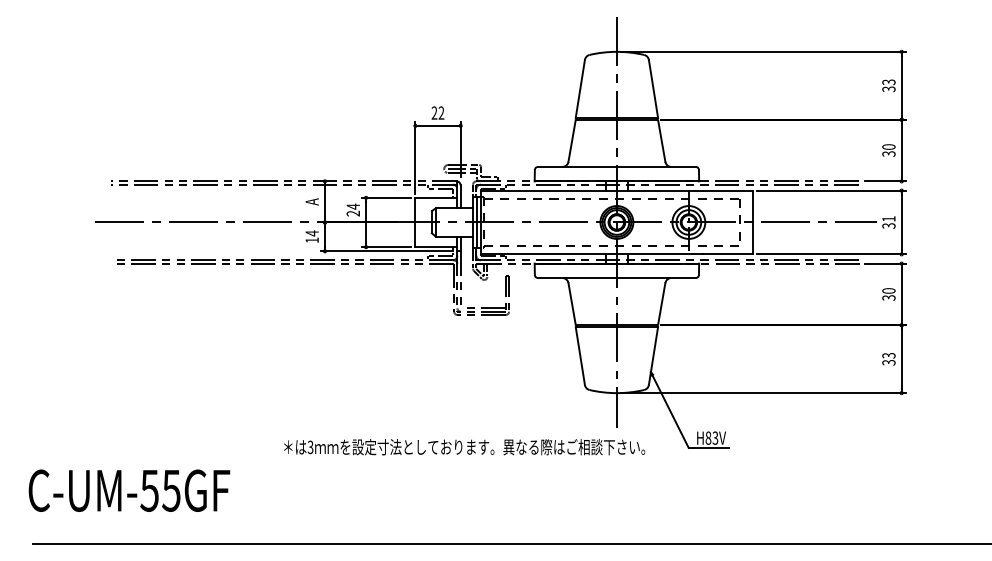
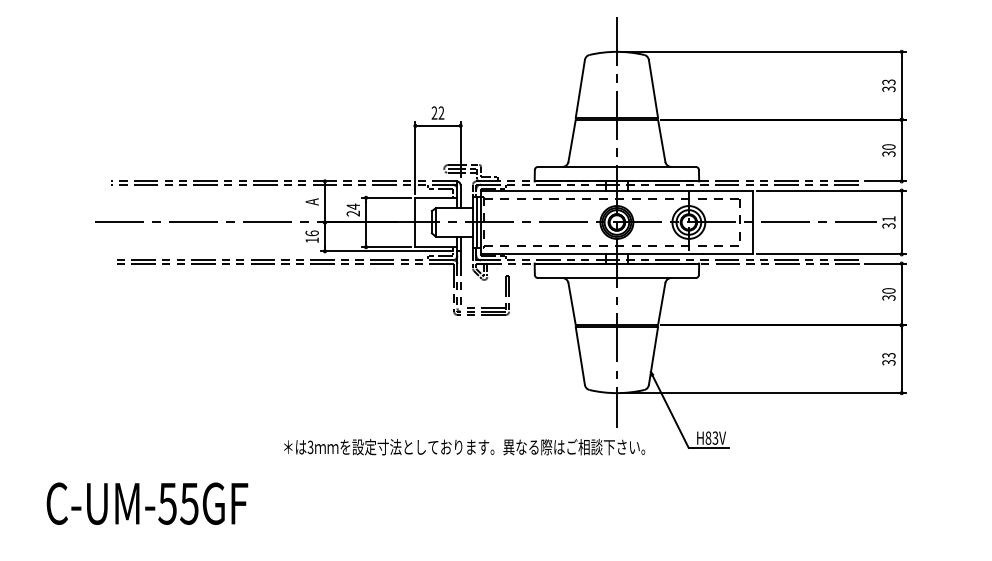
text at (311, 233): 14 -> 16
text at (129, 490) position: (129, 490) -> (147, 503)
line at (510, 544): present -> none
